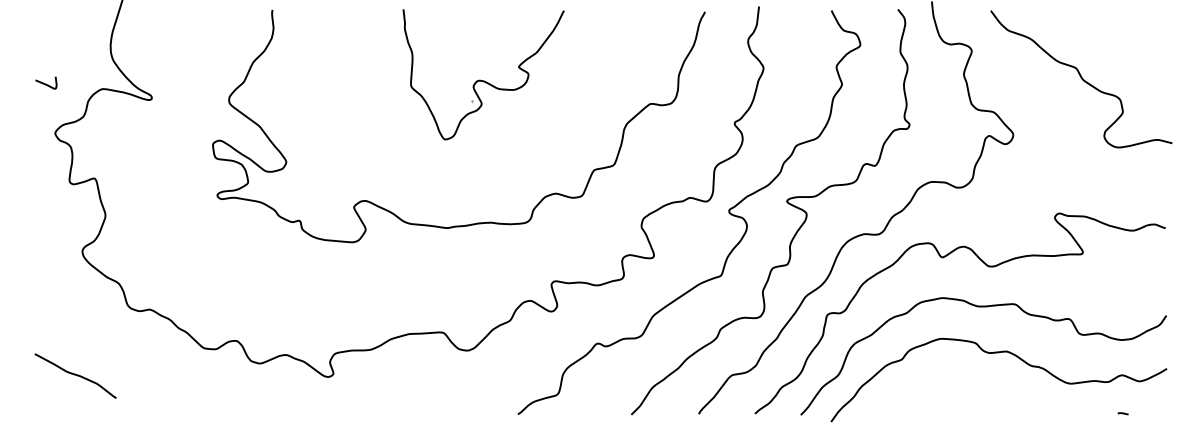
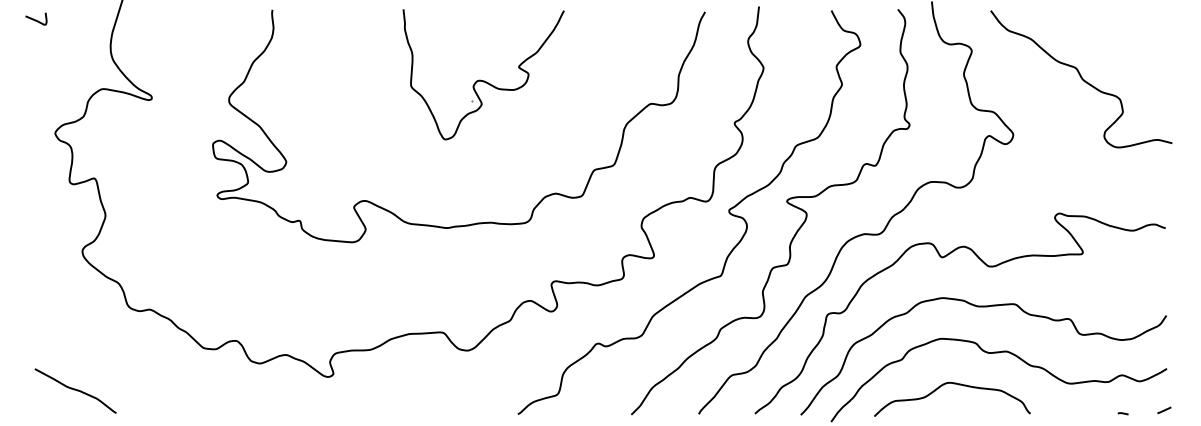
curve at (46, 83) position: (46, 83) -> (36, 19)
curve at (75, 375) position: (75, 375) -> (75, 390)
curve at (953, 384): none -> present
line at (1164, 409): none -> present
